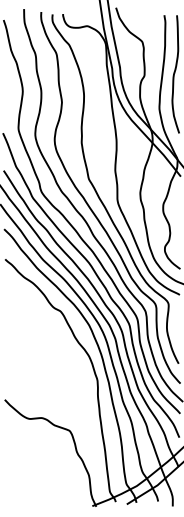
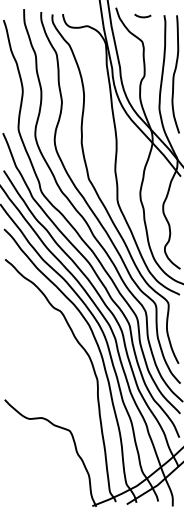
curve at (142, 16): none -> present
